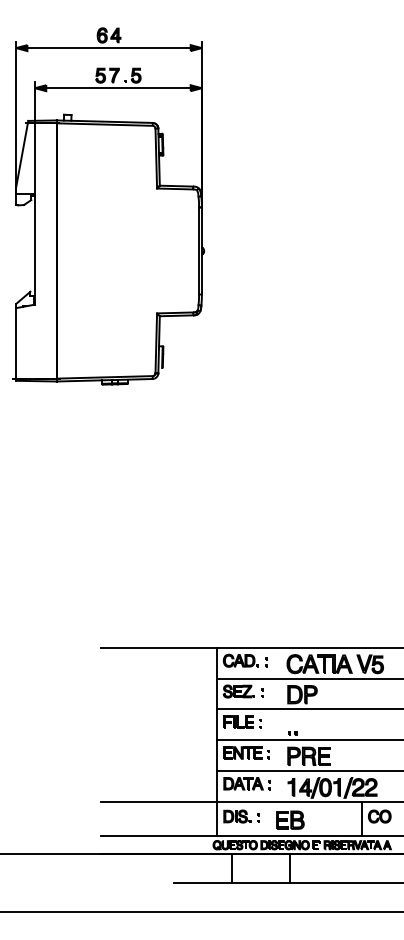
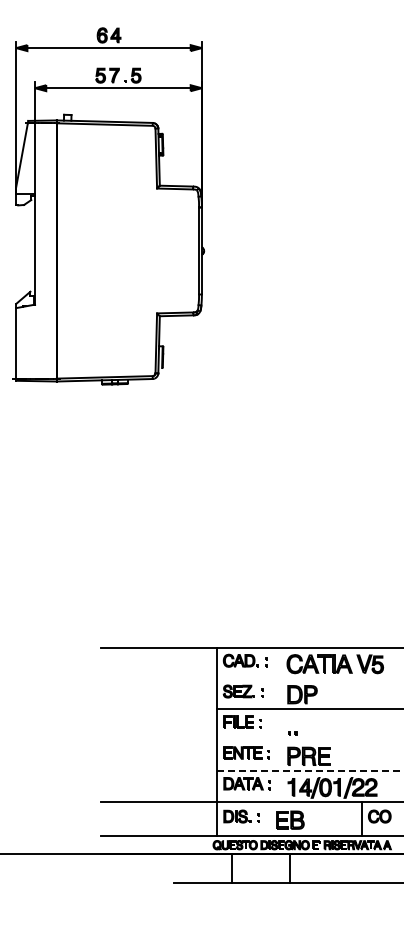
line at (308, 678): present -> none
line at (308, 740): present -> none
line at (310, 770): solid -> dashed
line at (201, 911): present -> none
